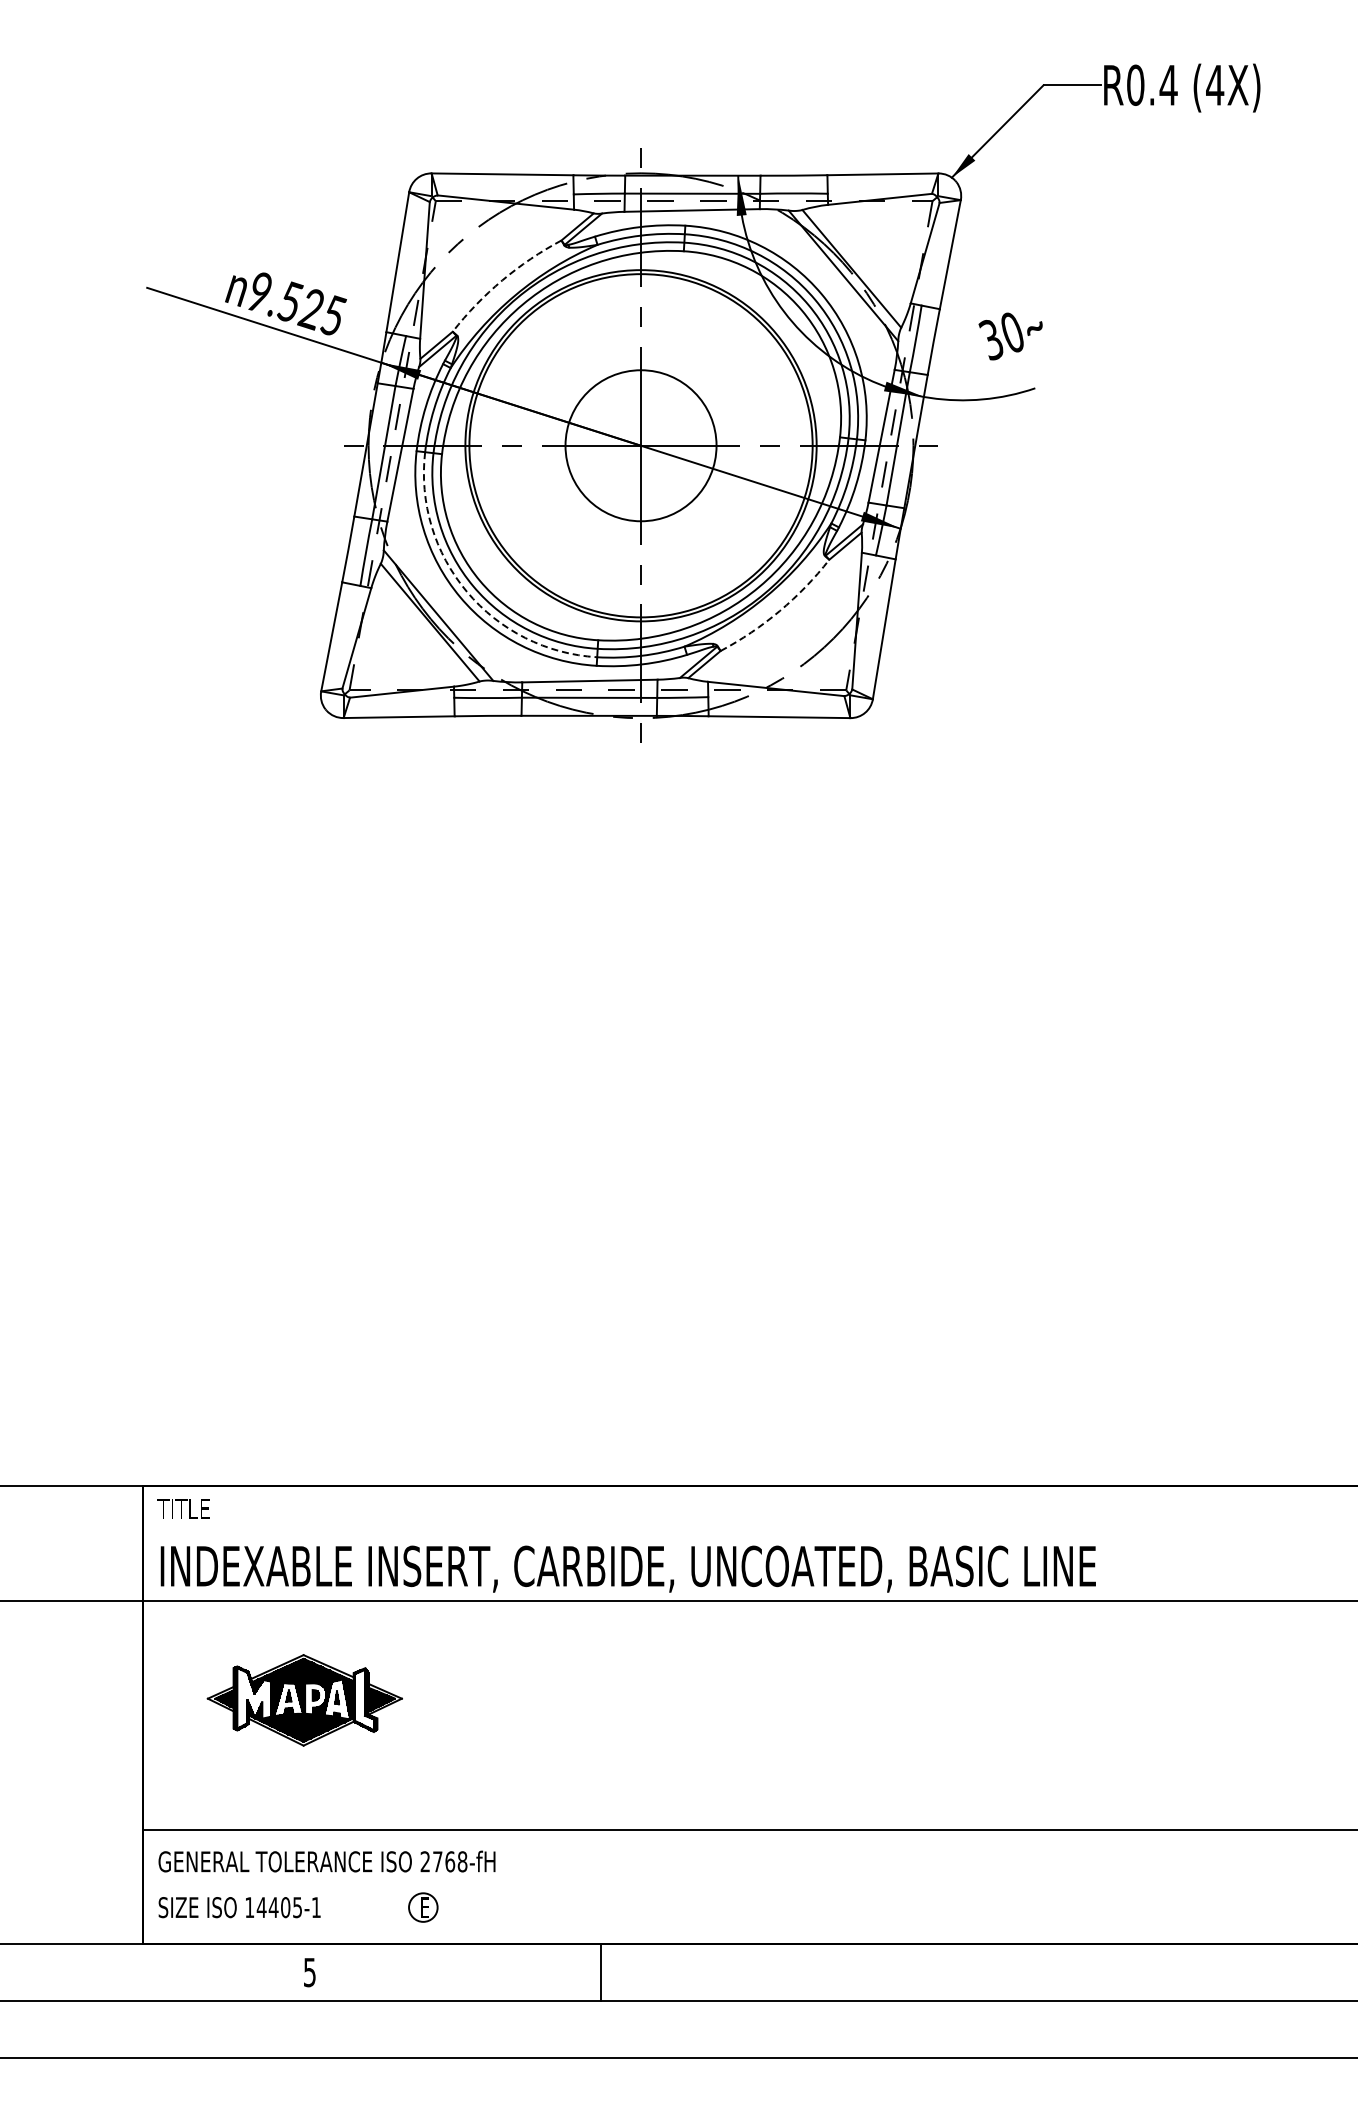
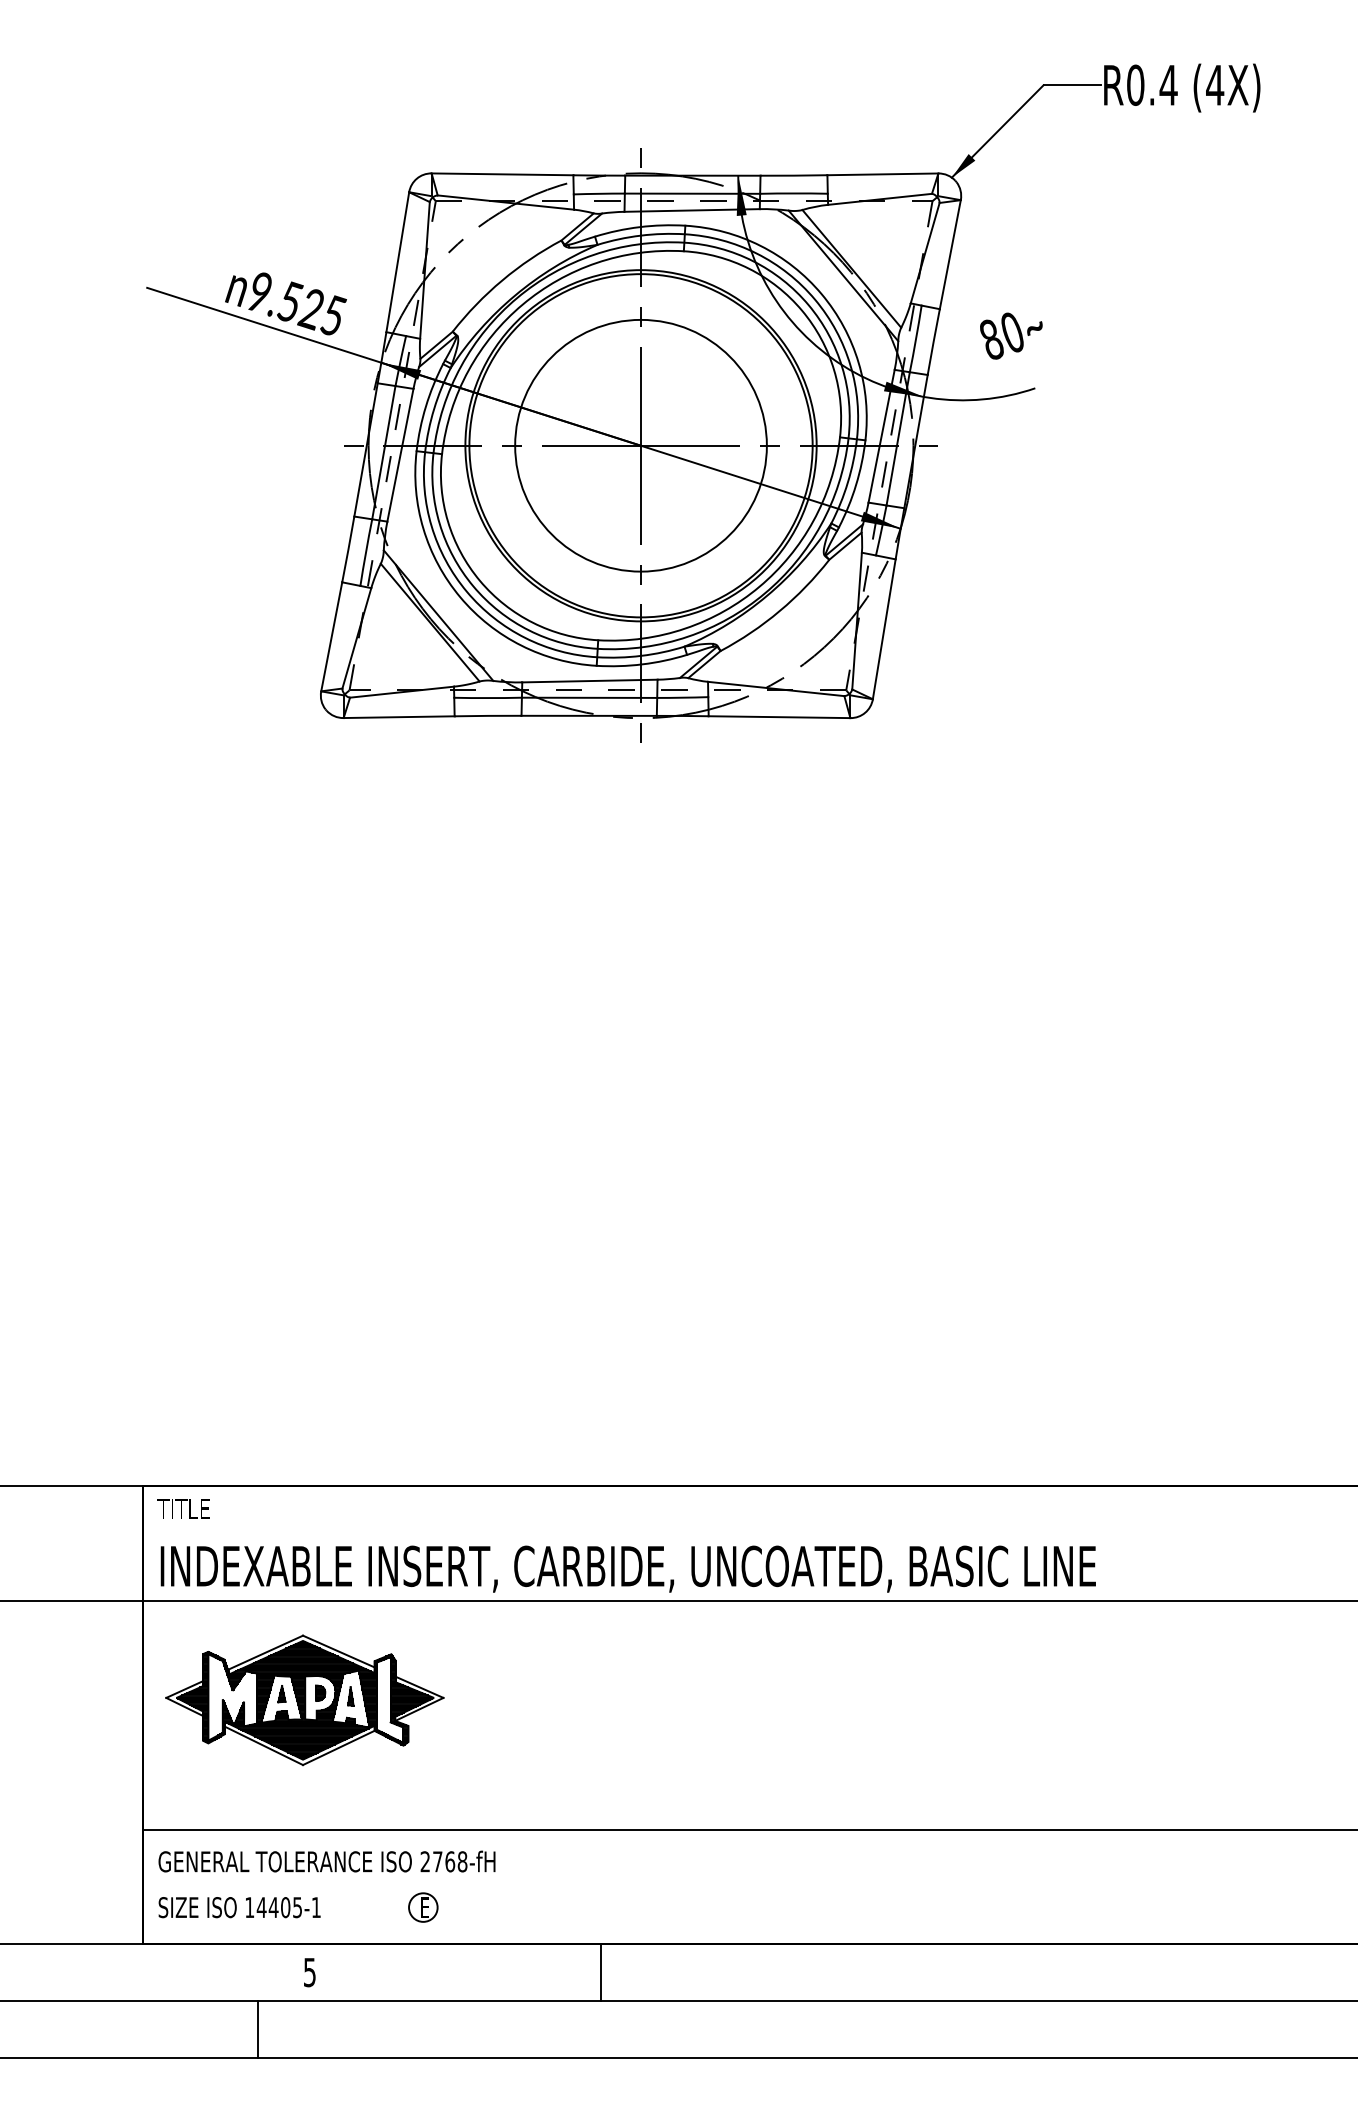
arc at (502, 280): dashed -> solid
text at (990, 339): 30 -> 80
circle at (640, 445) diameter: 151 px -> 252 px
arc at (466, 591): dashed -> solid
arc at (779, 611): dashed -> solid
part at (304, 1700) size: 197x93 px -> 280x133 px
line at (257, 2029): none -> present
